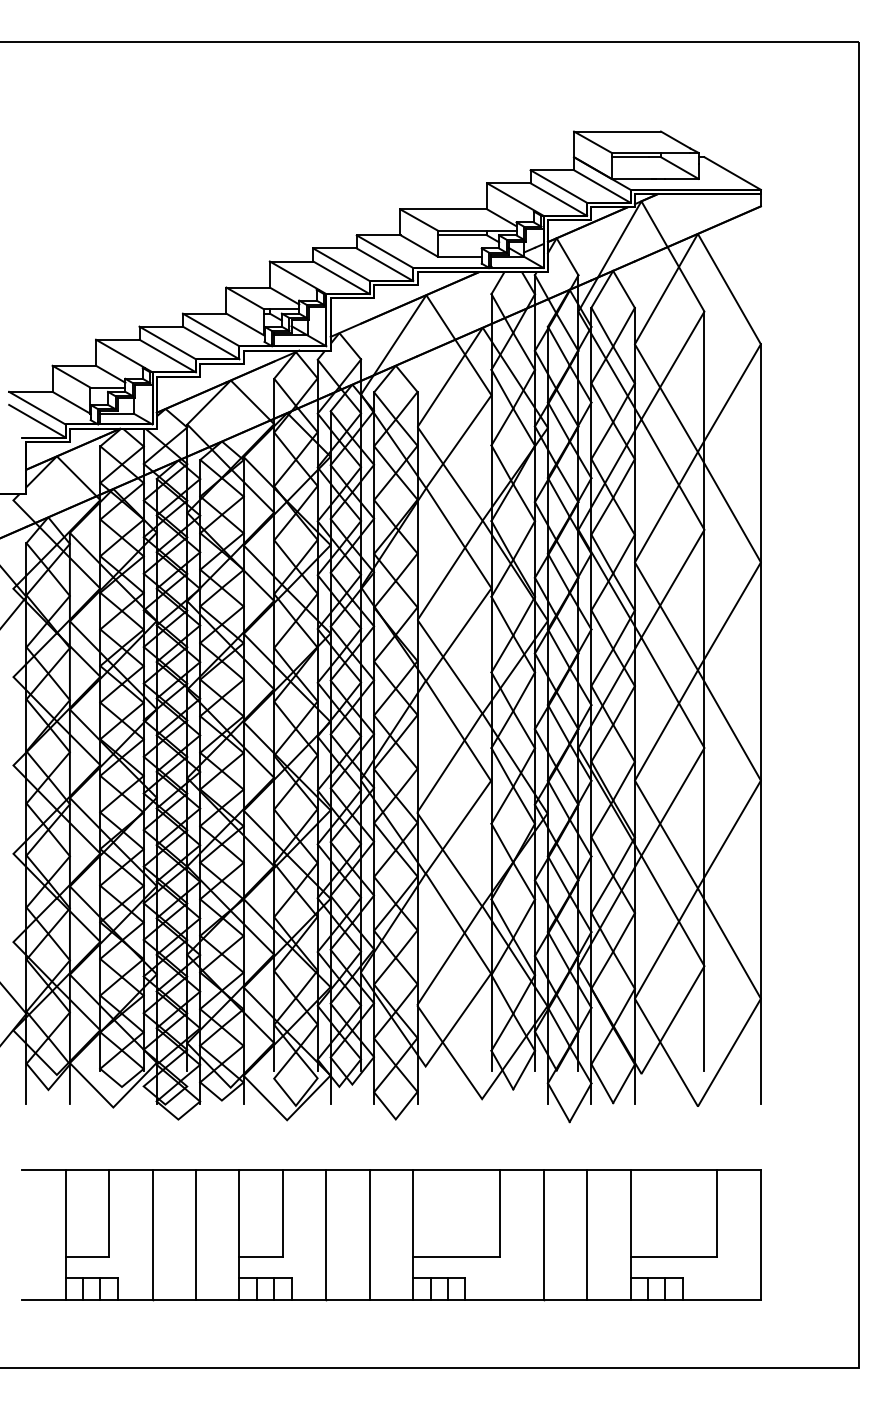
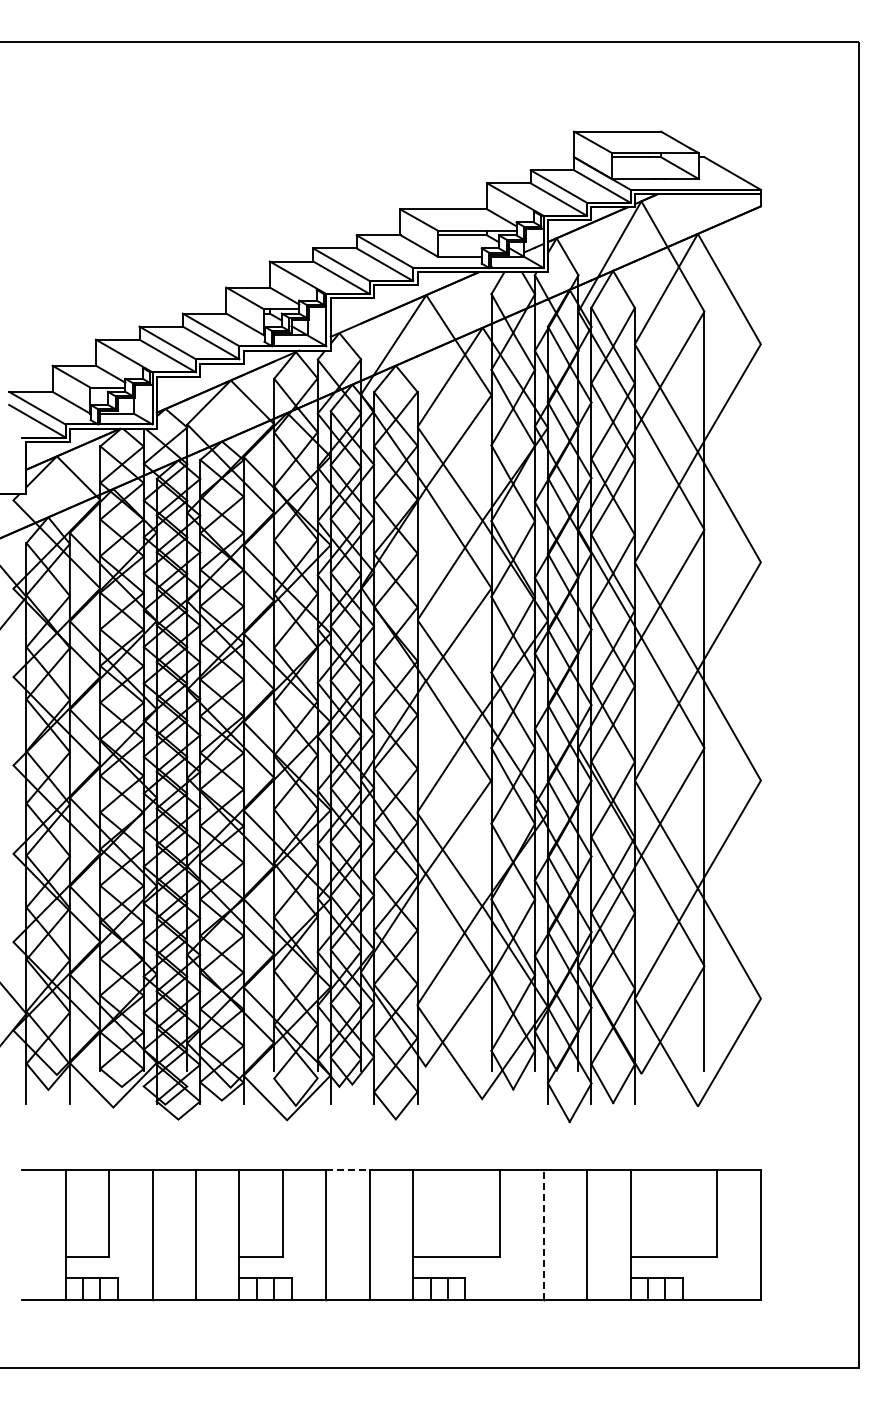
line at (760, 723): present -> none
line at (348, 1169): solid -> dashed
line at (543, 1234): solid -> dashed
